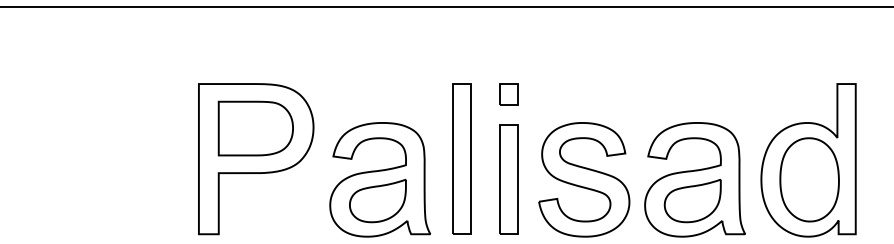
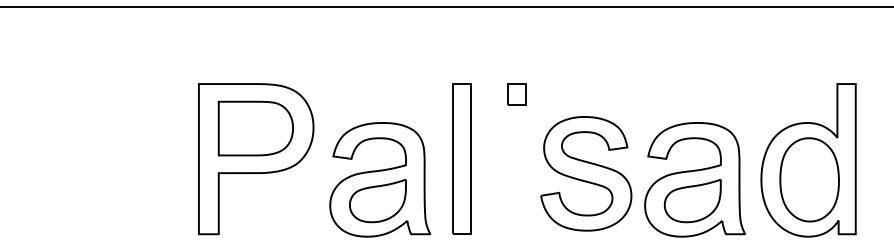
part at (508, 94) position: (508, 94) -> (516, 94)
part at (508, 179): present -> none
part at (584, 179) position: (584, 179) -> (586, 173)
